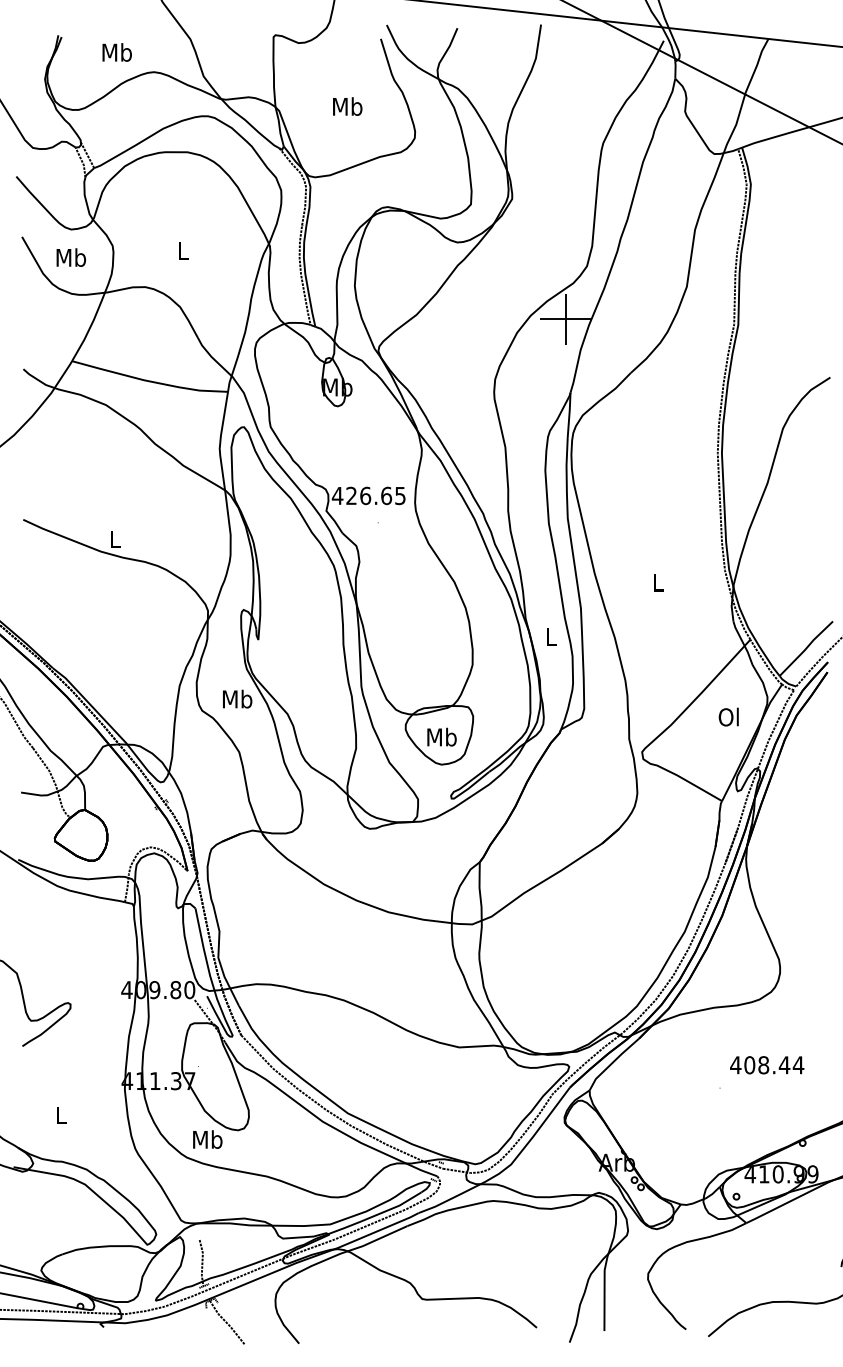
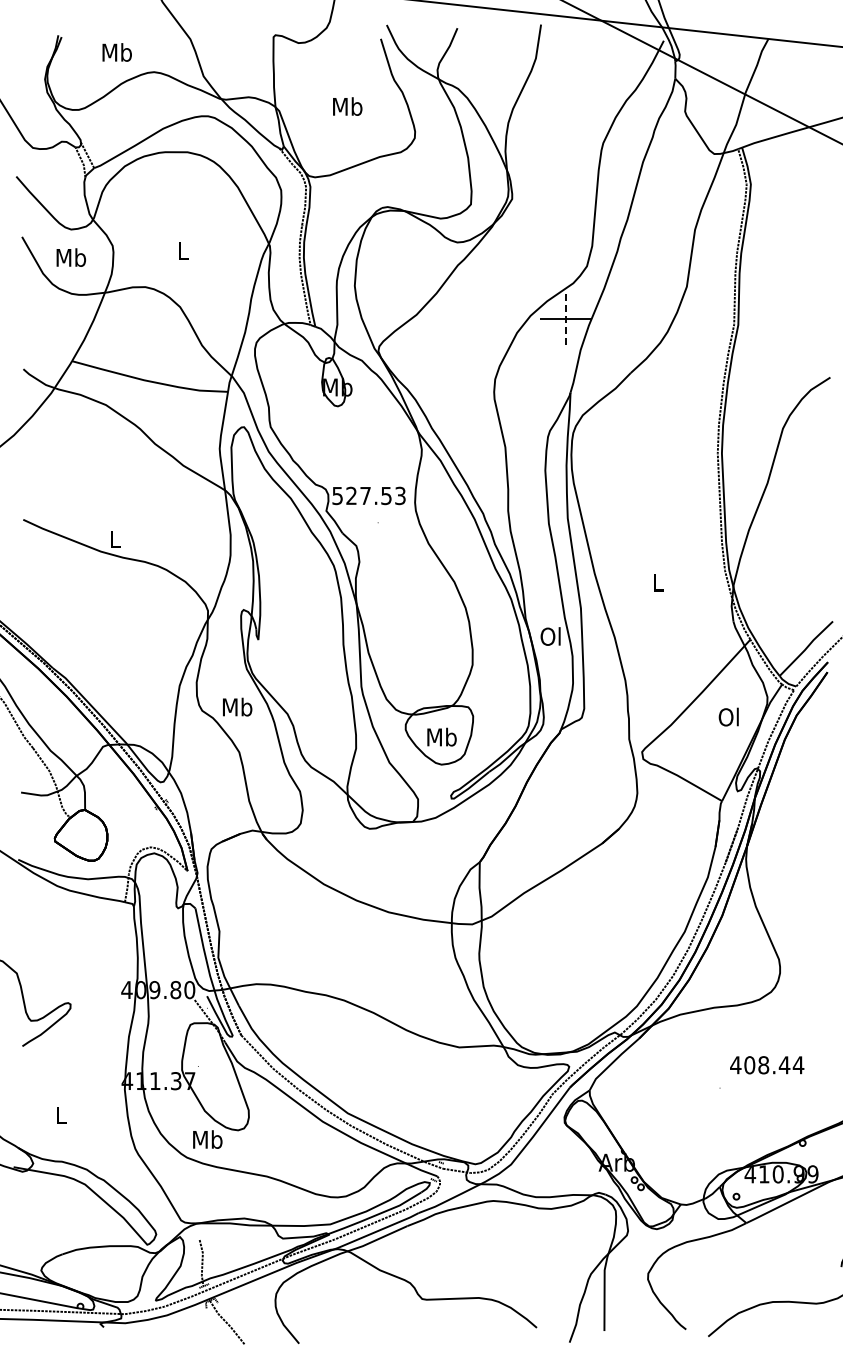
line at (565, 318): solid -> dashed
text at (368, 495): 426.65 -> 527.53
text at (550, 636): L -> Ol
text at (237, 698) position: (237, 698) -> (237, 706)
